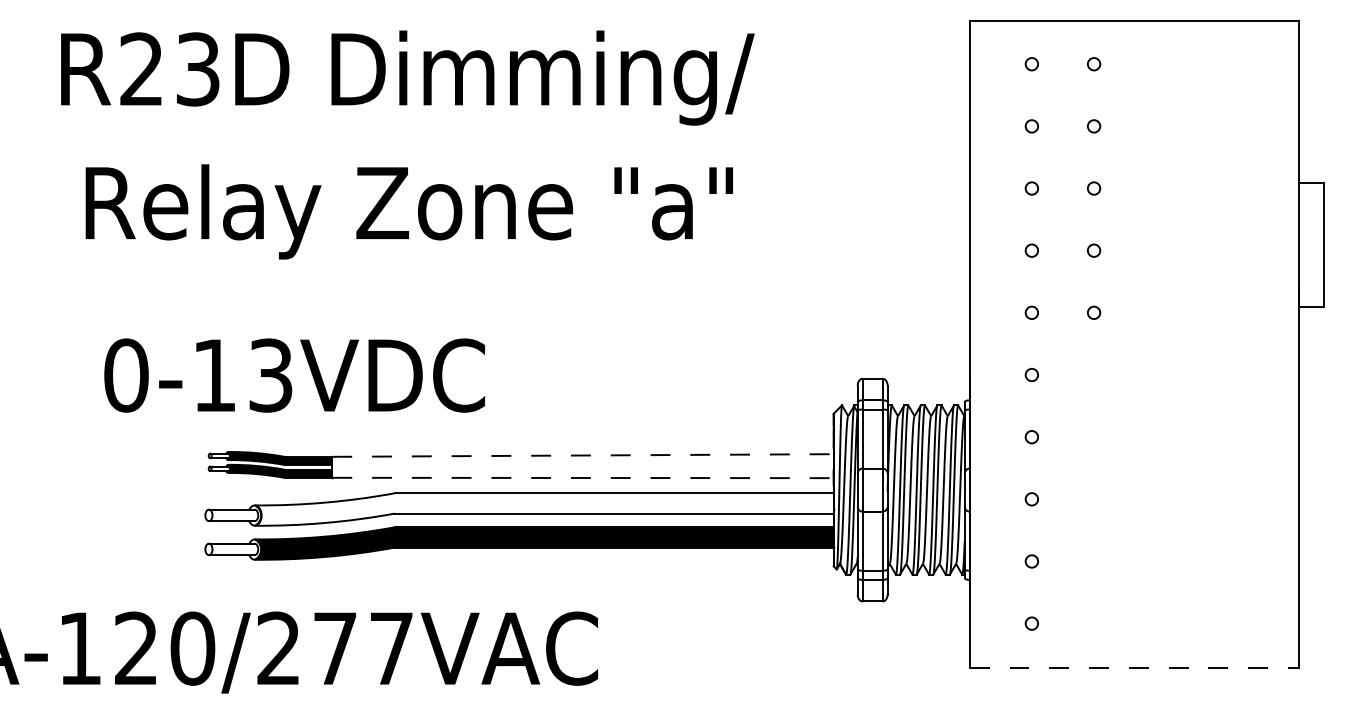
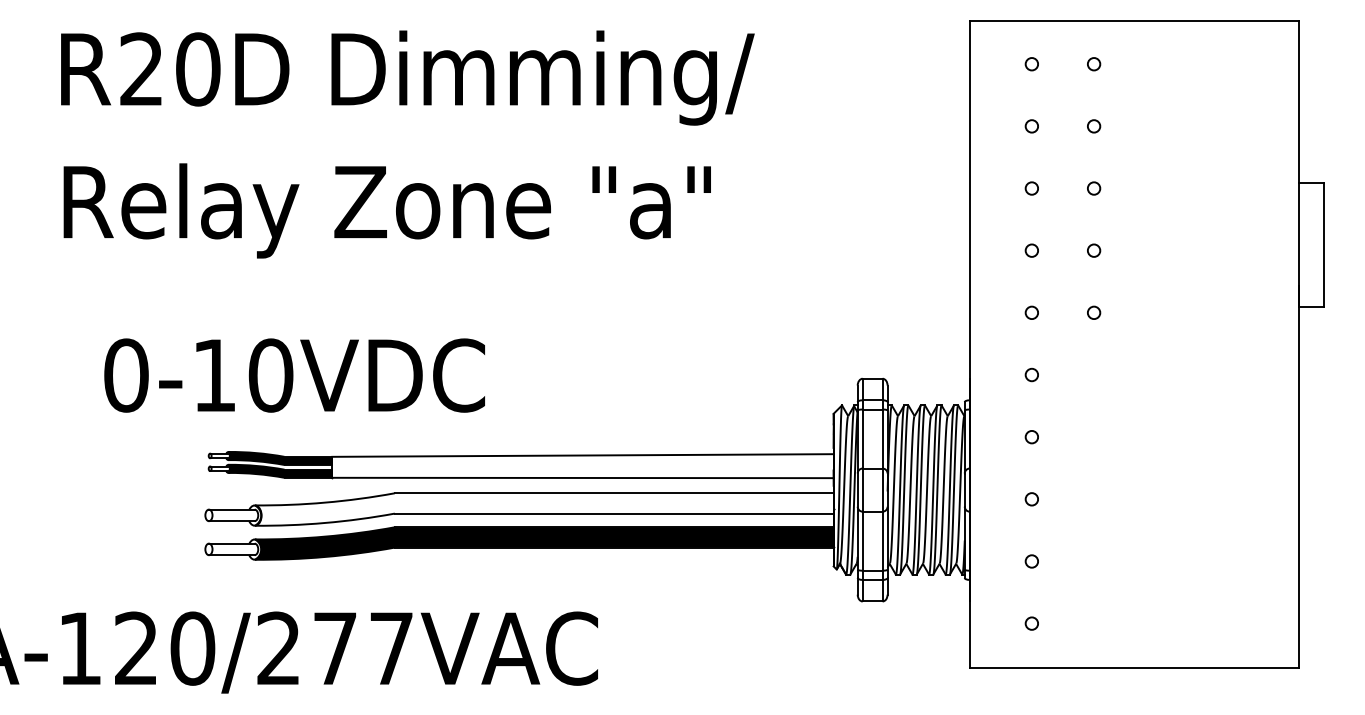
text at (198, 69): R23D -> R20D
text at (408, 211) position: (408, 211) -> (386, 210)
text at (270, 375): 0-13VDC -> 0-10VDC
line at (582, 455): dashed -> solid
line at (582, 477): dashed -> solid
line at (1134, 667): dashed -> solid
